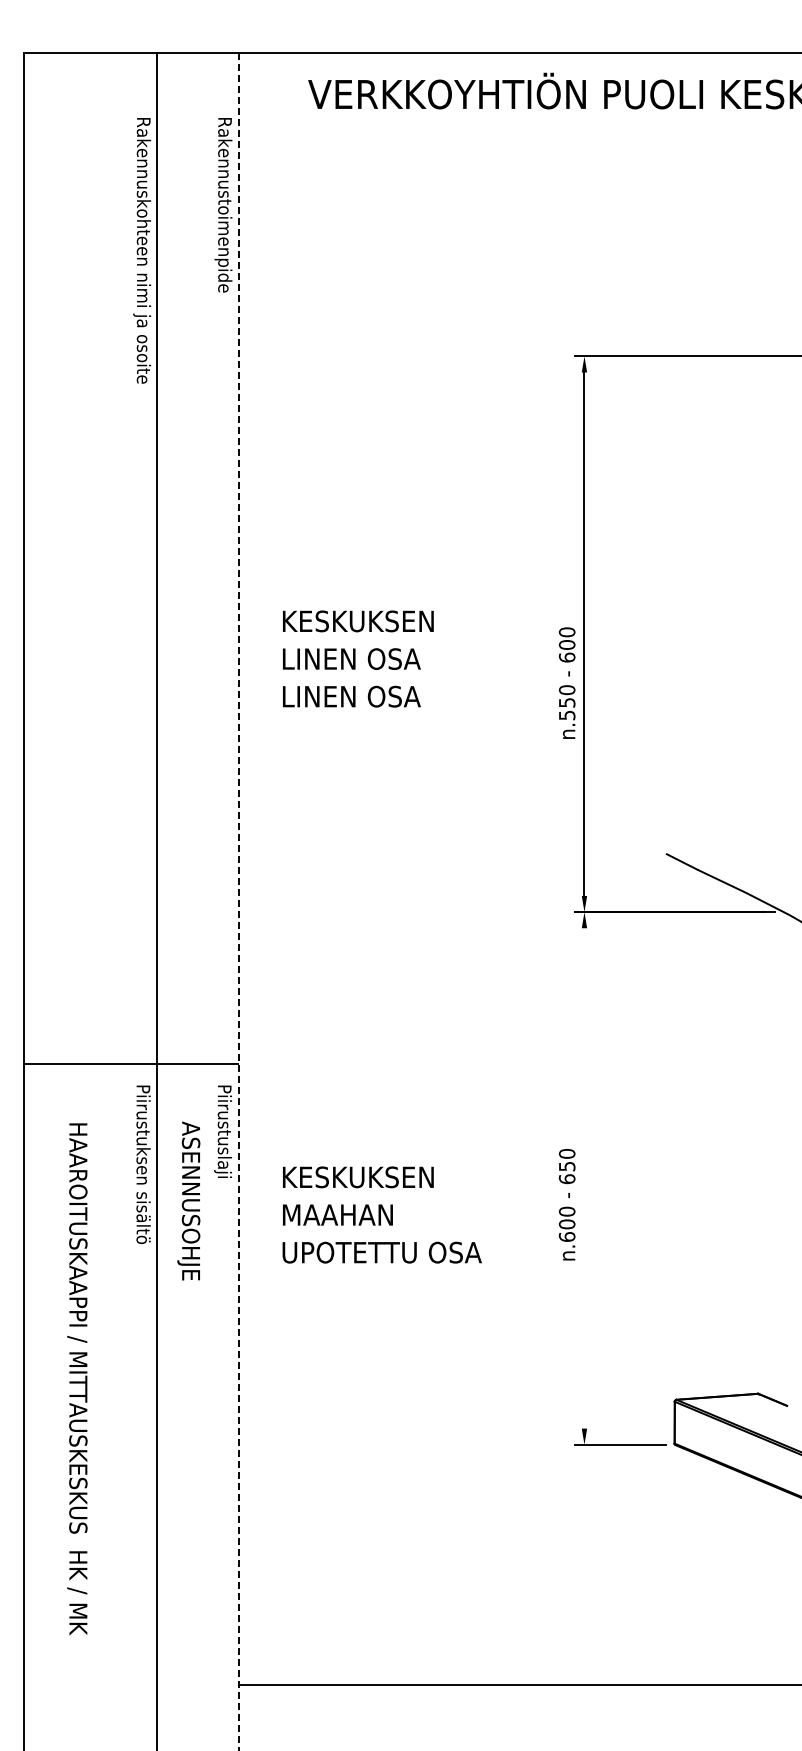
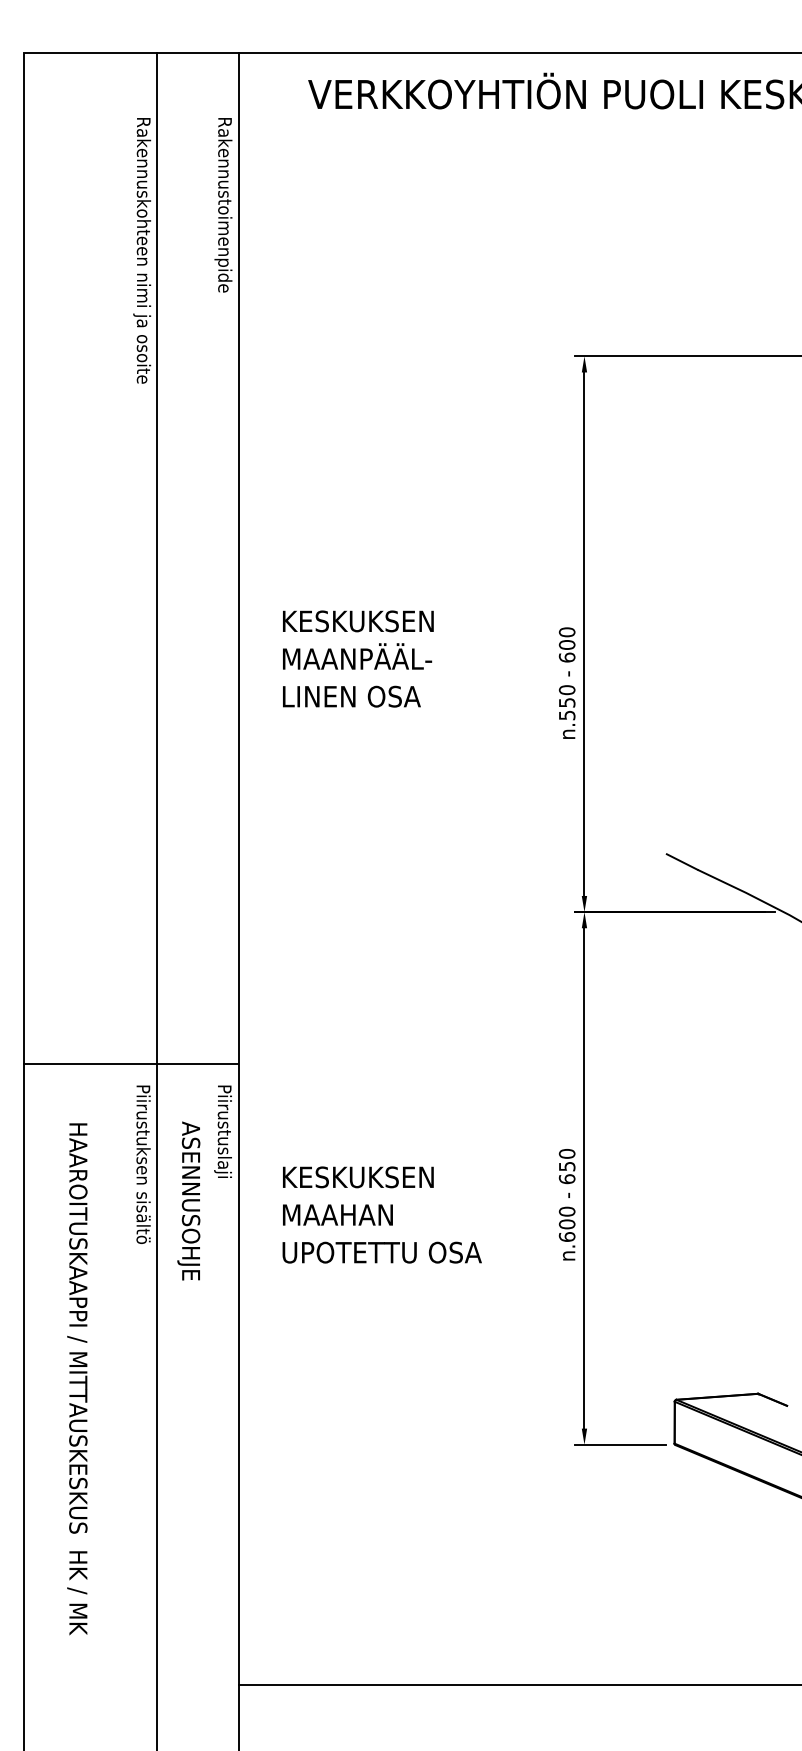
text at (358, 656): LINEN OSA -> MAANPÄÄL-
line at (238, 901): dashed -> solid
line at (584, 1178): none -> present
